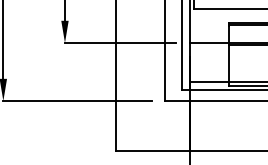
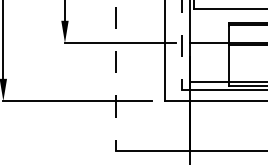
line at (181, 44): solid -> dashed
line at (115, 75): solid -> dashed
